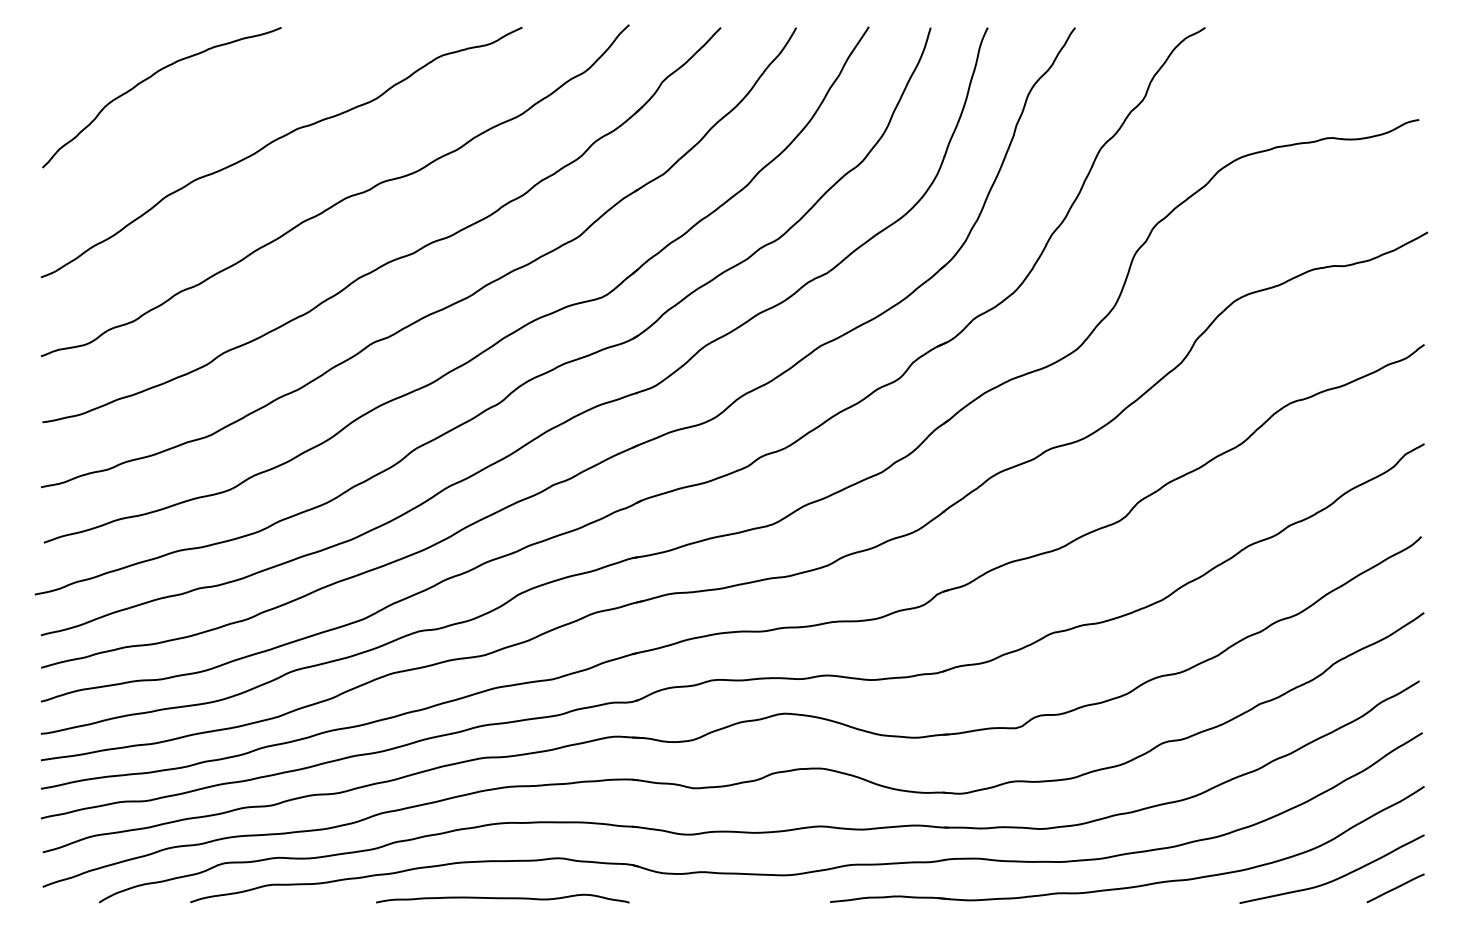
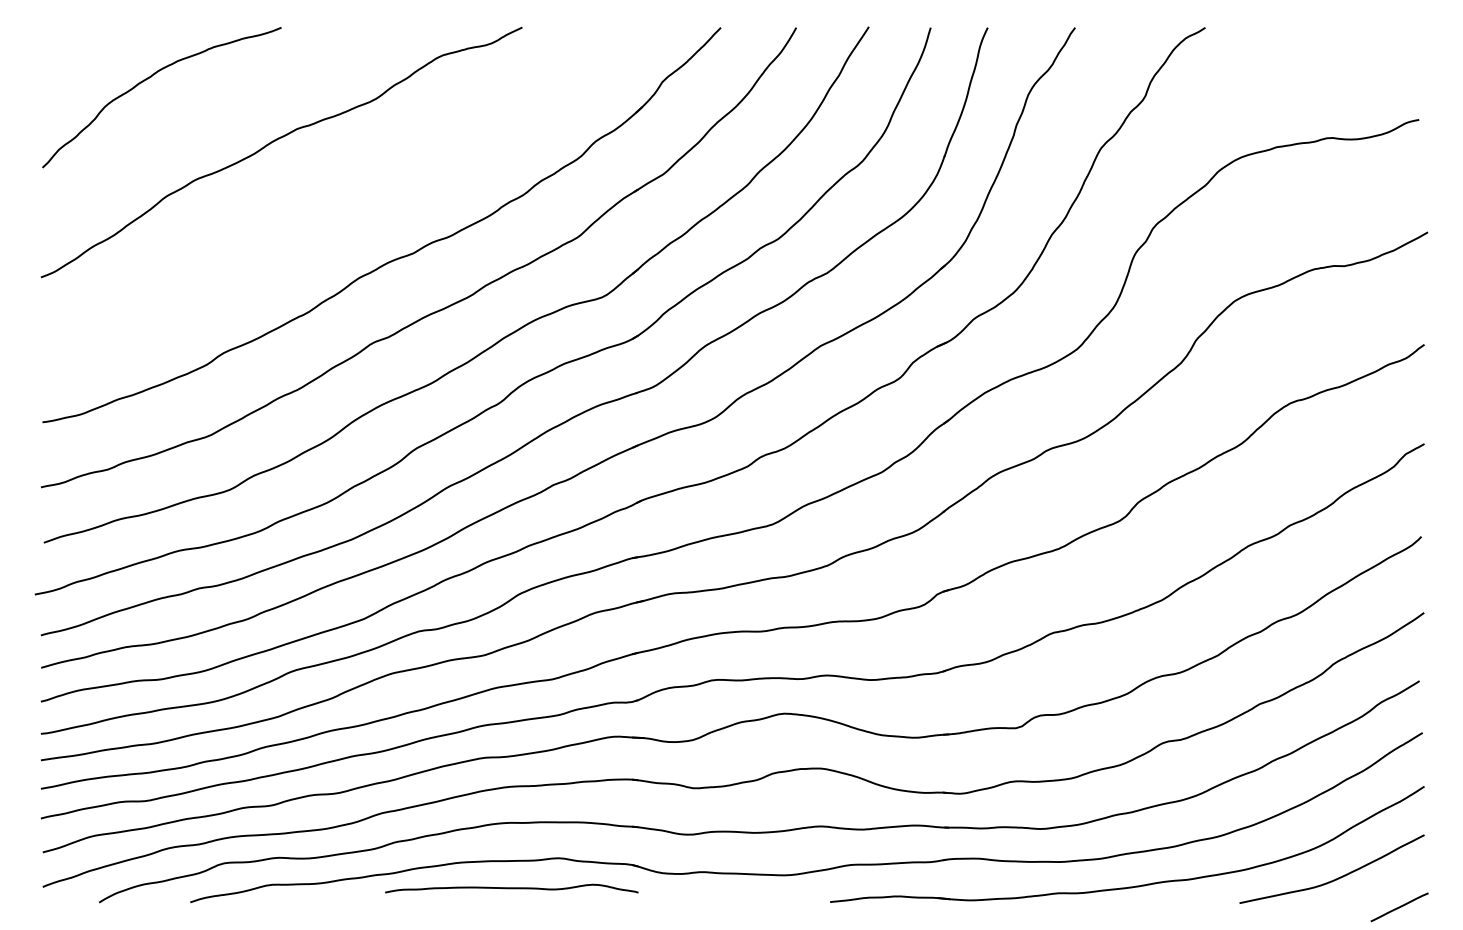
curve at (339, 200): present -> none
line at (1395, 888) position: (1395, 888) -> (1399, 907)
curve at (502, 898) position: (502, 898) -> (511, 888)
